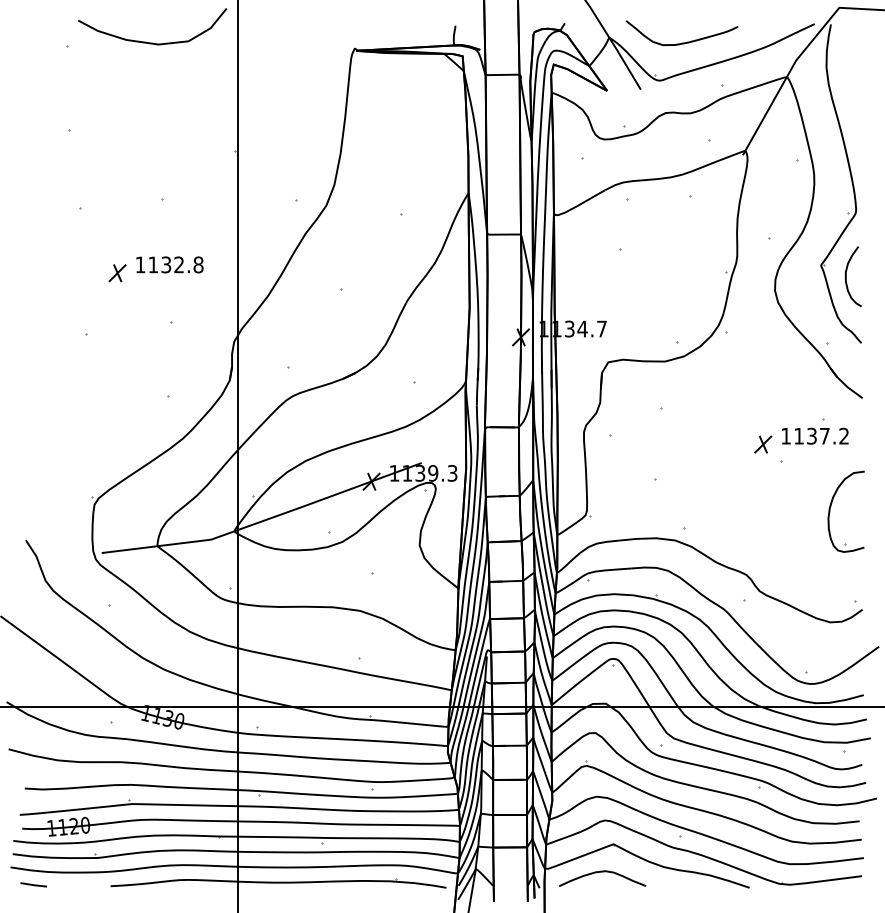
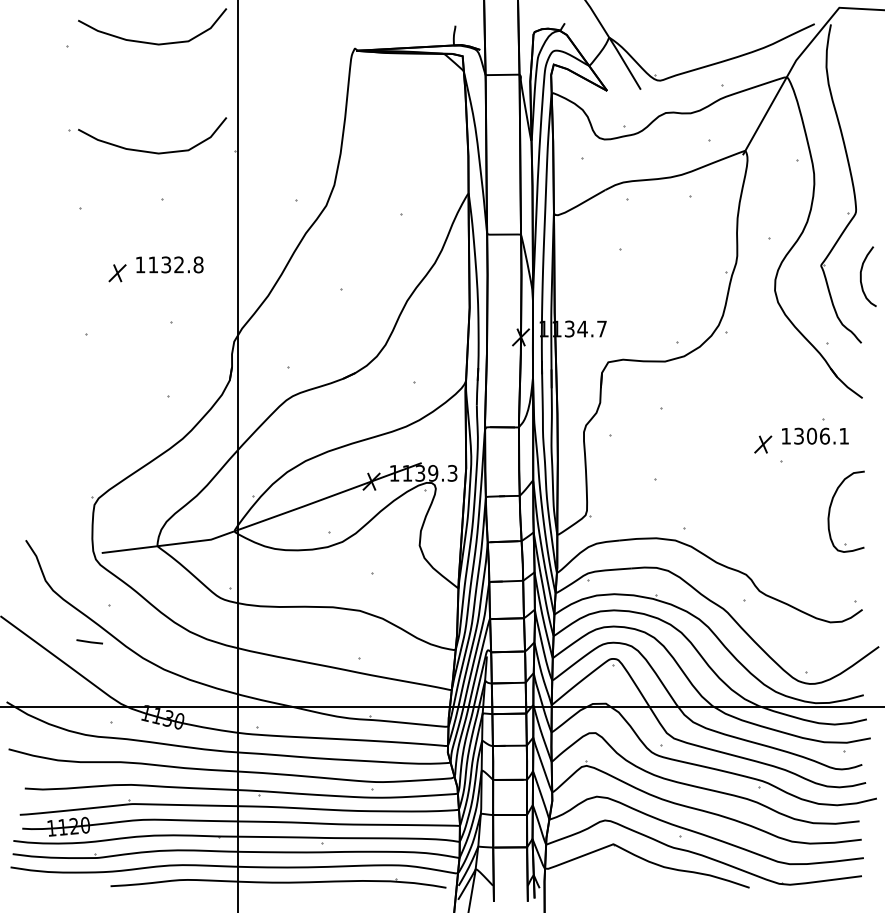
curve at (681, 42): present -> none
curve at (152, 151): none -> present
curve at (846, 276) position: (846, 276) -> (861, 276)
text at (821, 435): 1137.2 -> 1306.1
curve at (602, 872): present -> none
line at (33, 884) position: (33, 884) -> (89, 641)
